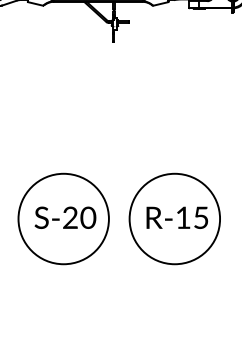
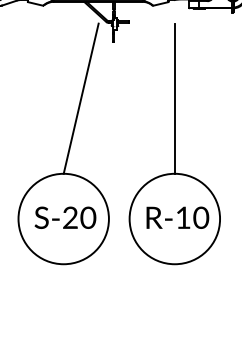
line at (80, 98): none -> present
line at (174, 98): none -> present
text at (201, 217): R-15 -> R-10
